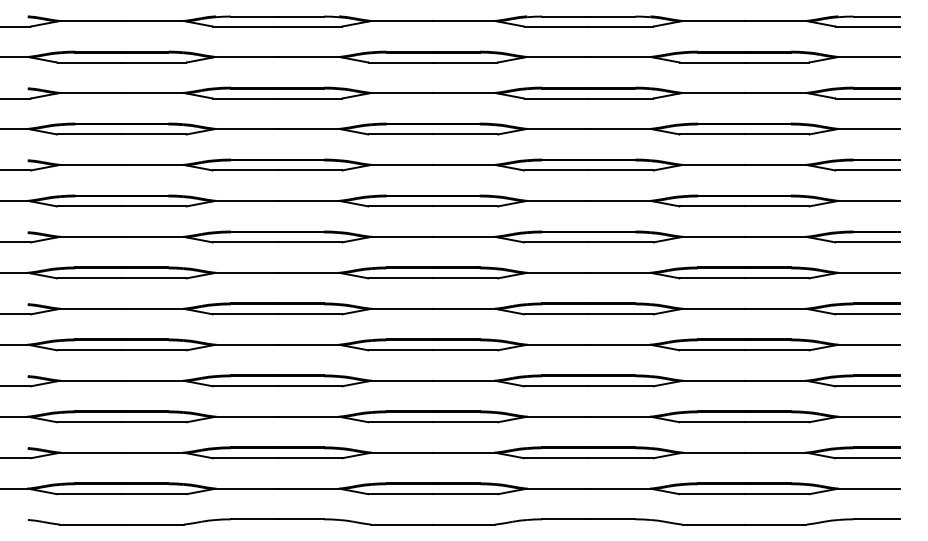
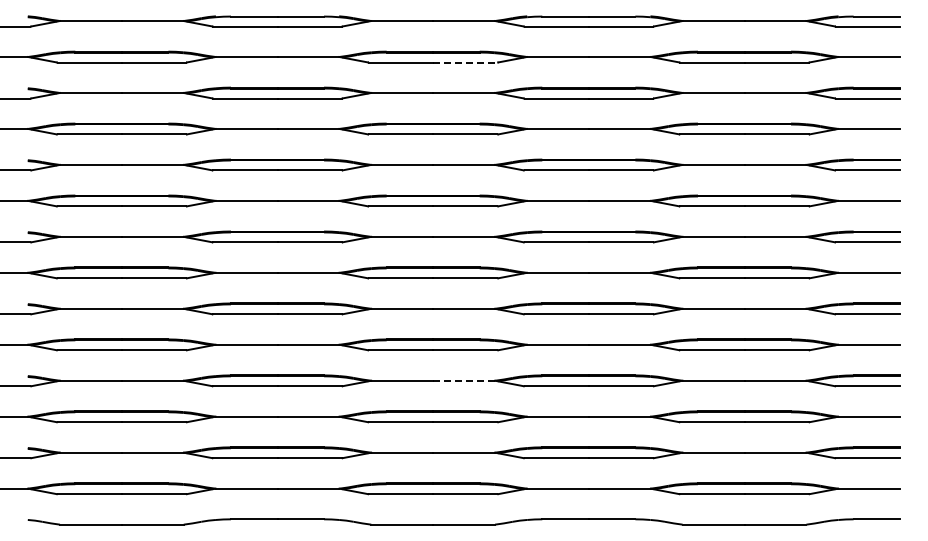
line at (465, 62): solid -> dashed
line at (464, 380): solid -> dashed
